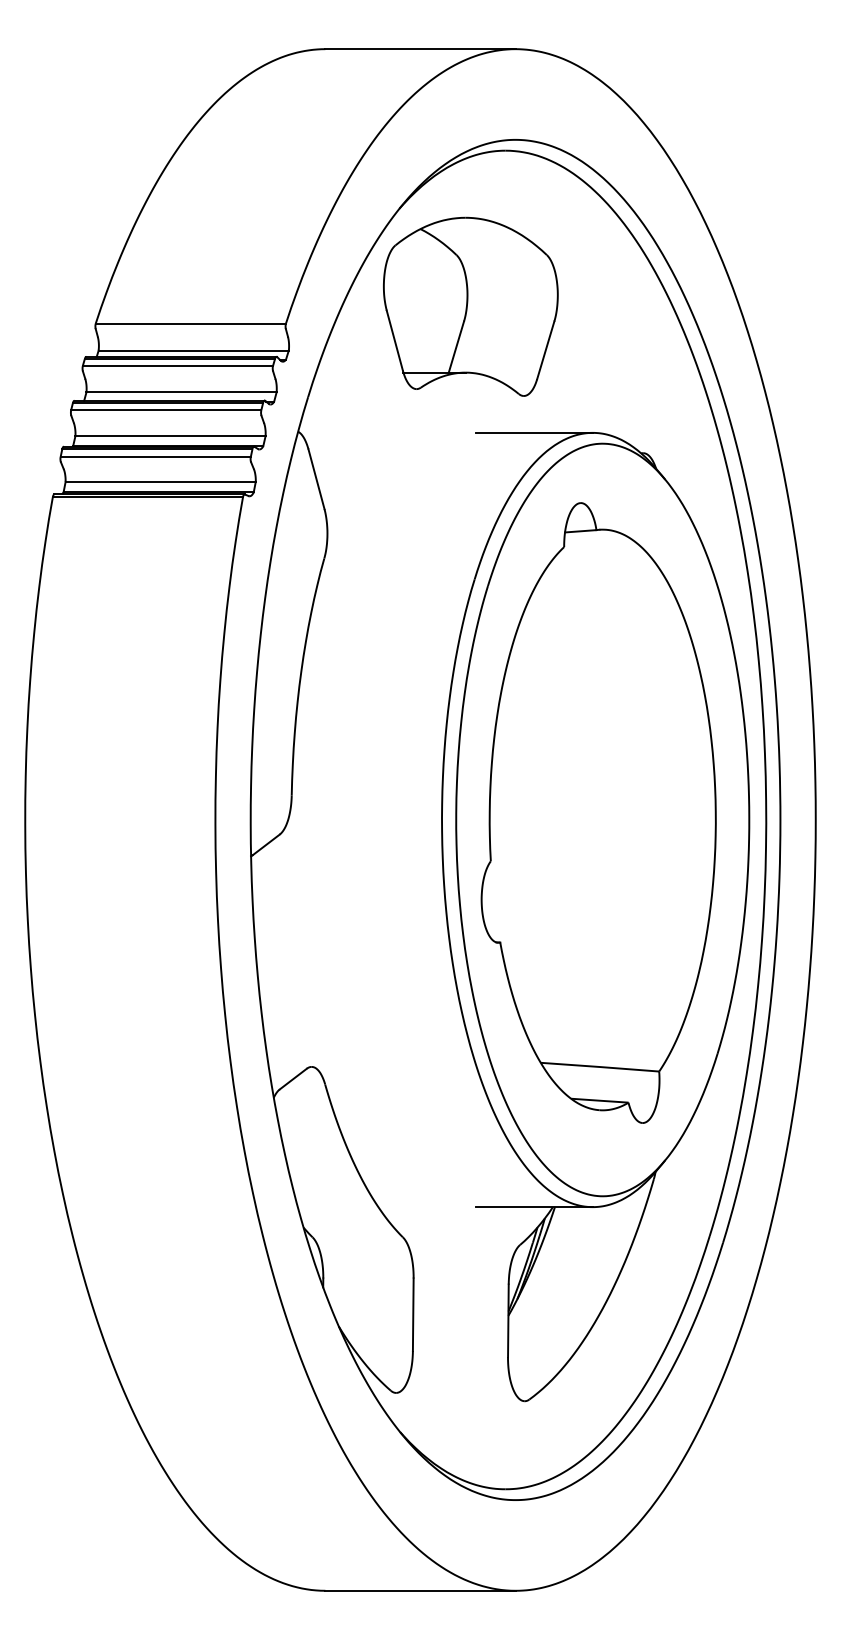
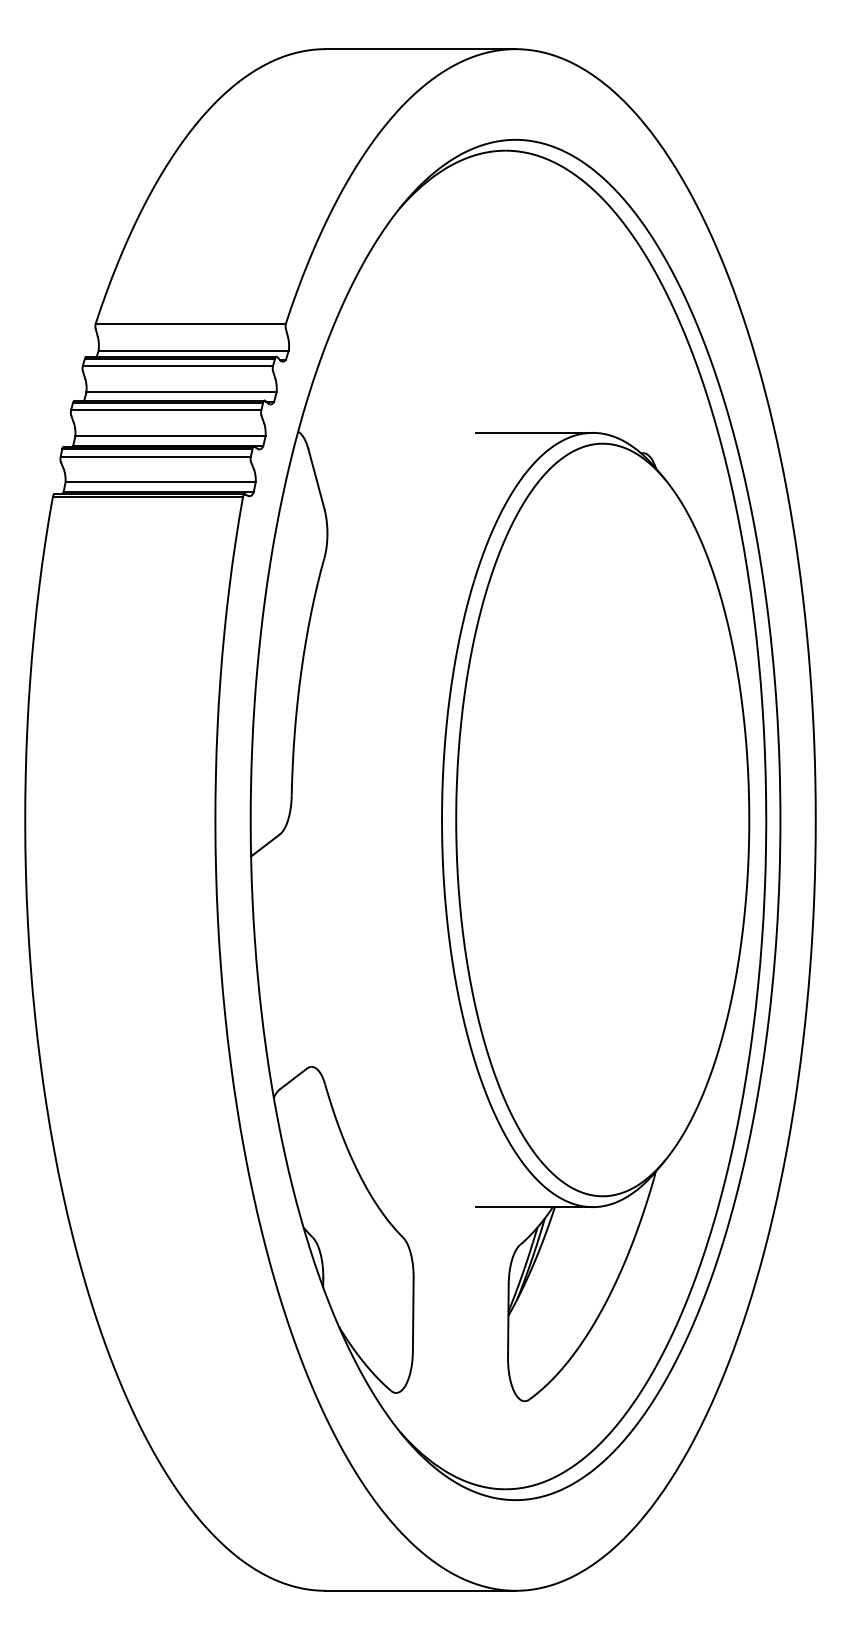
part at (470, 306): present -> none
part at (598, 812): present -> none
